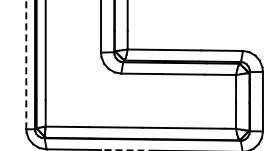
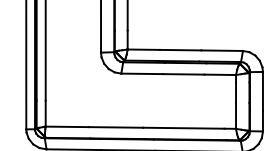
line at (26, 64): dashed -> solid
line at (127, 150): dashed -> solid
